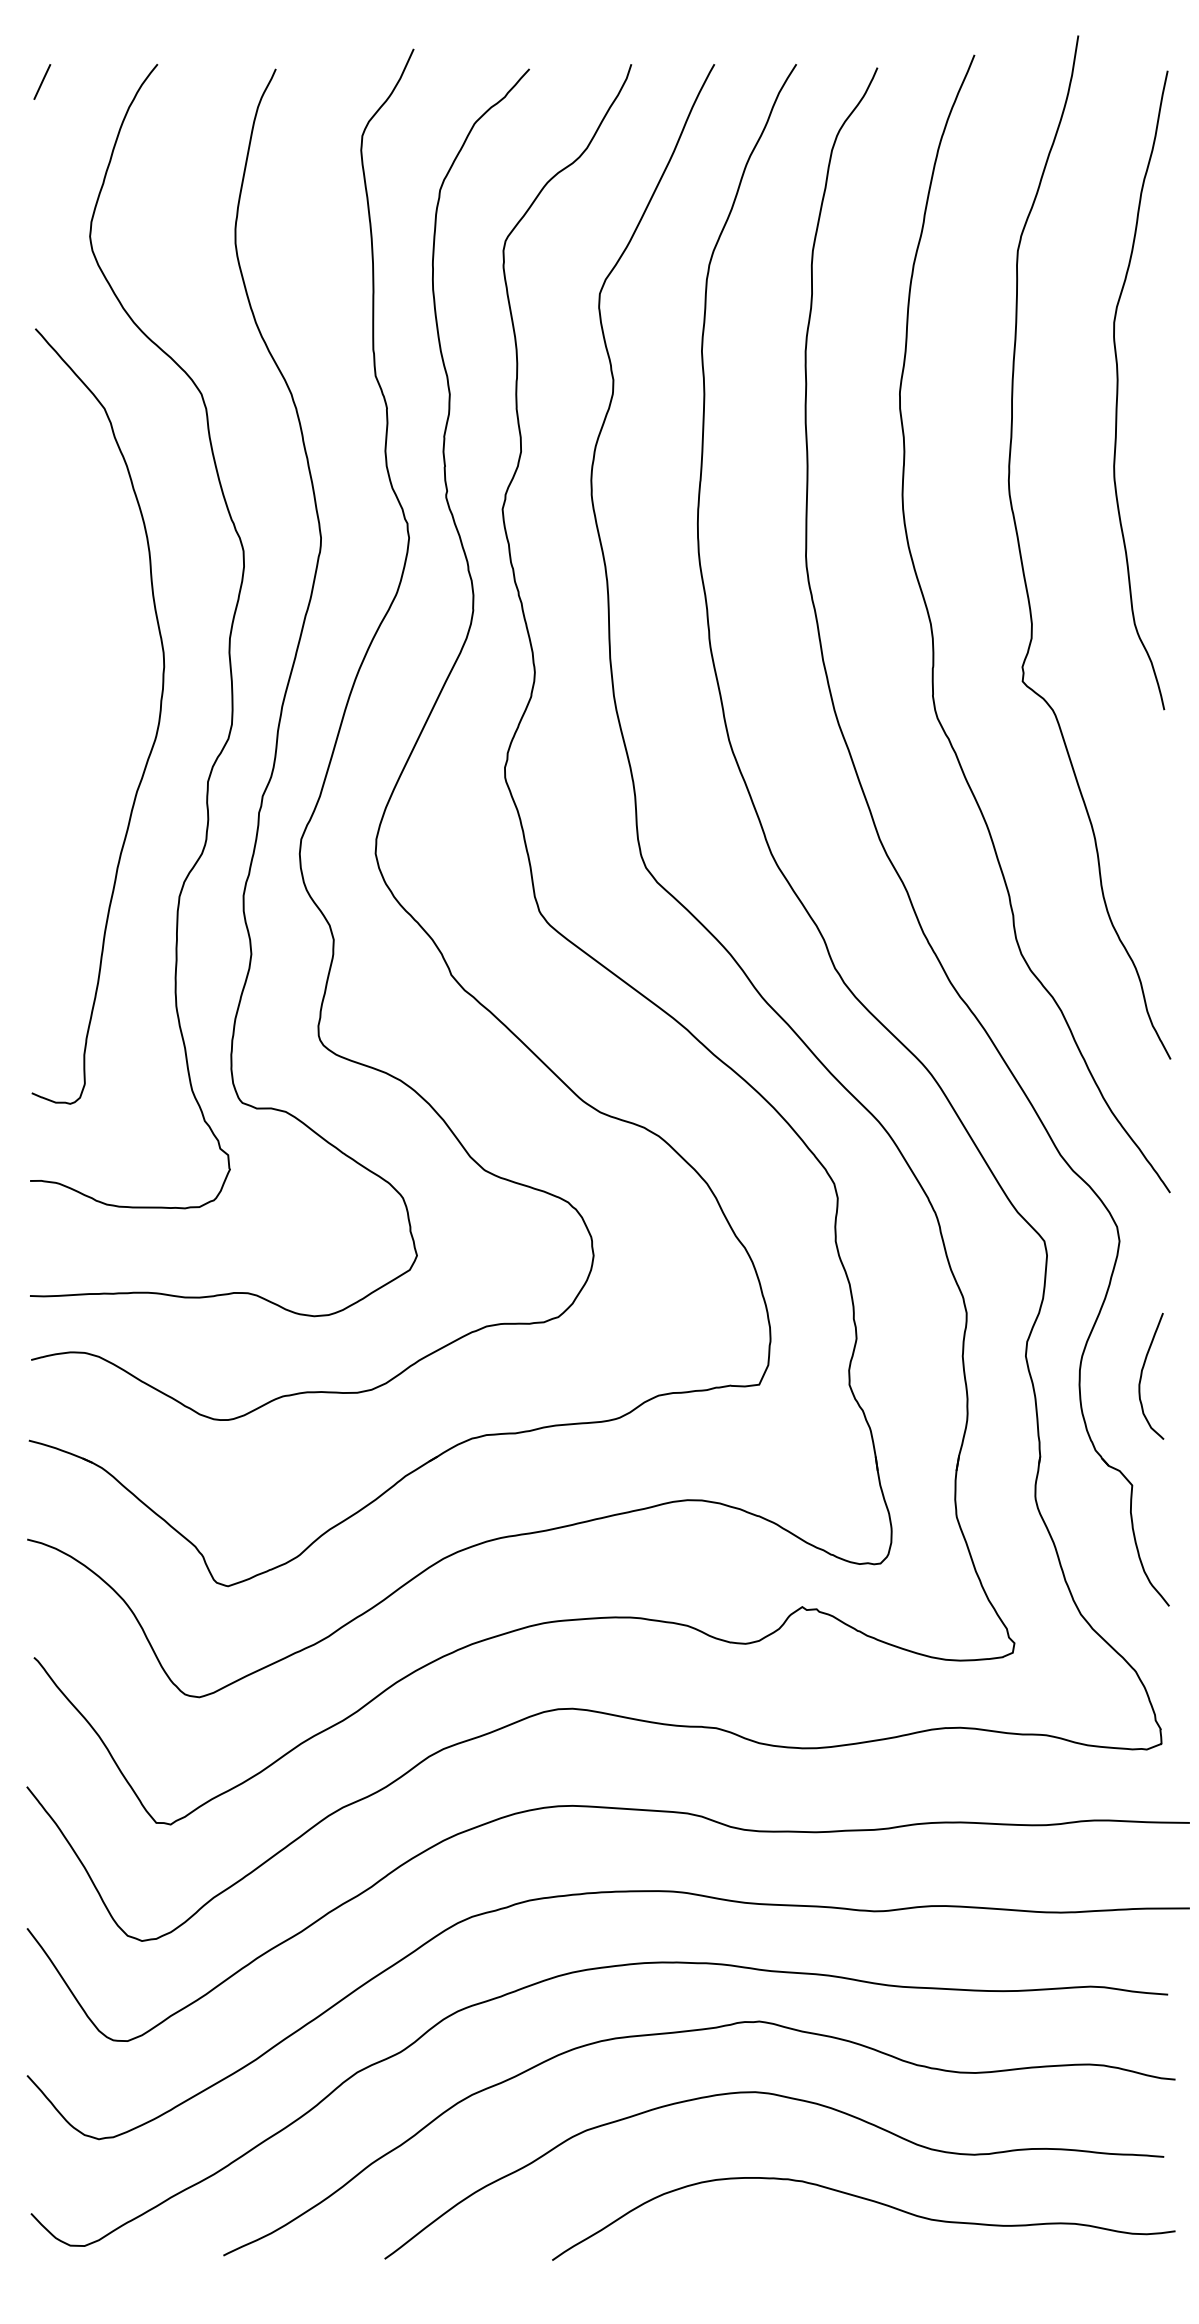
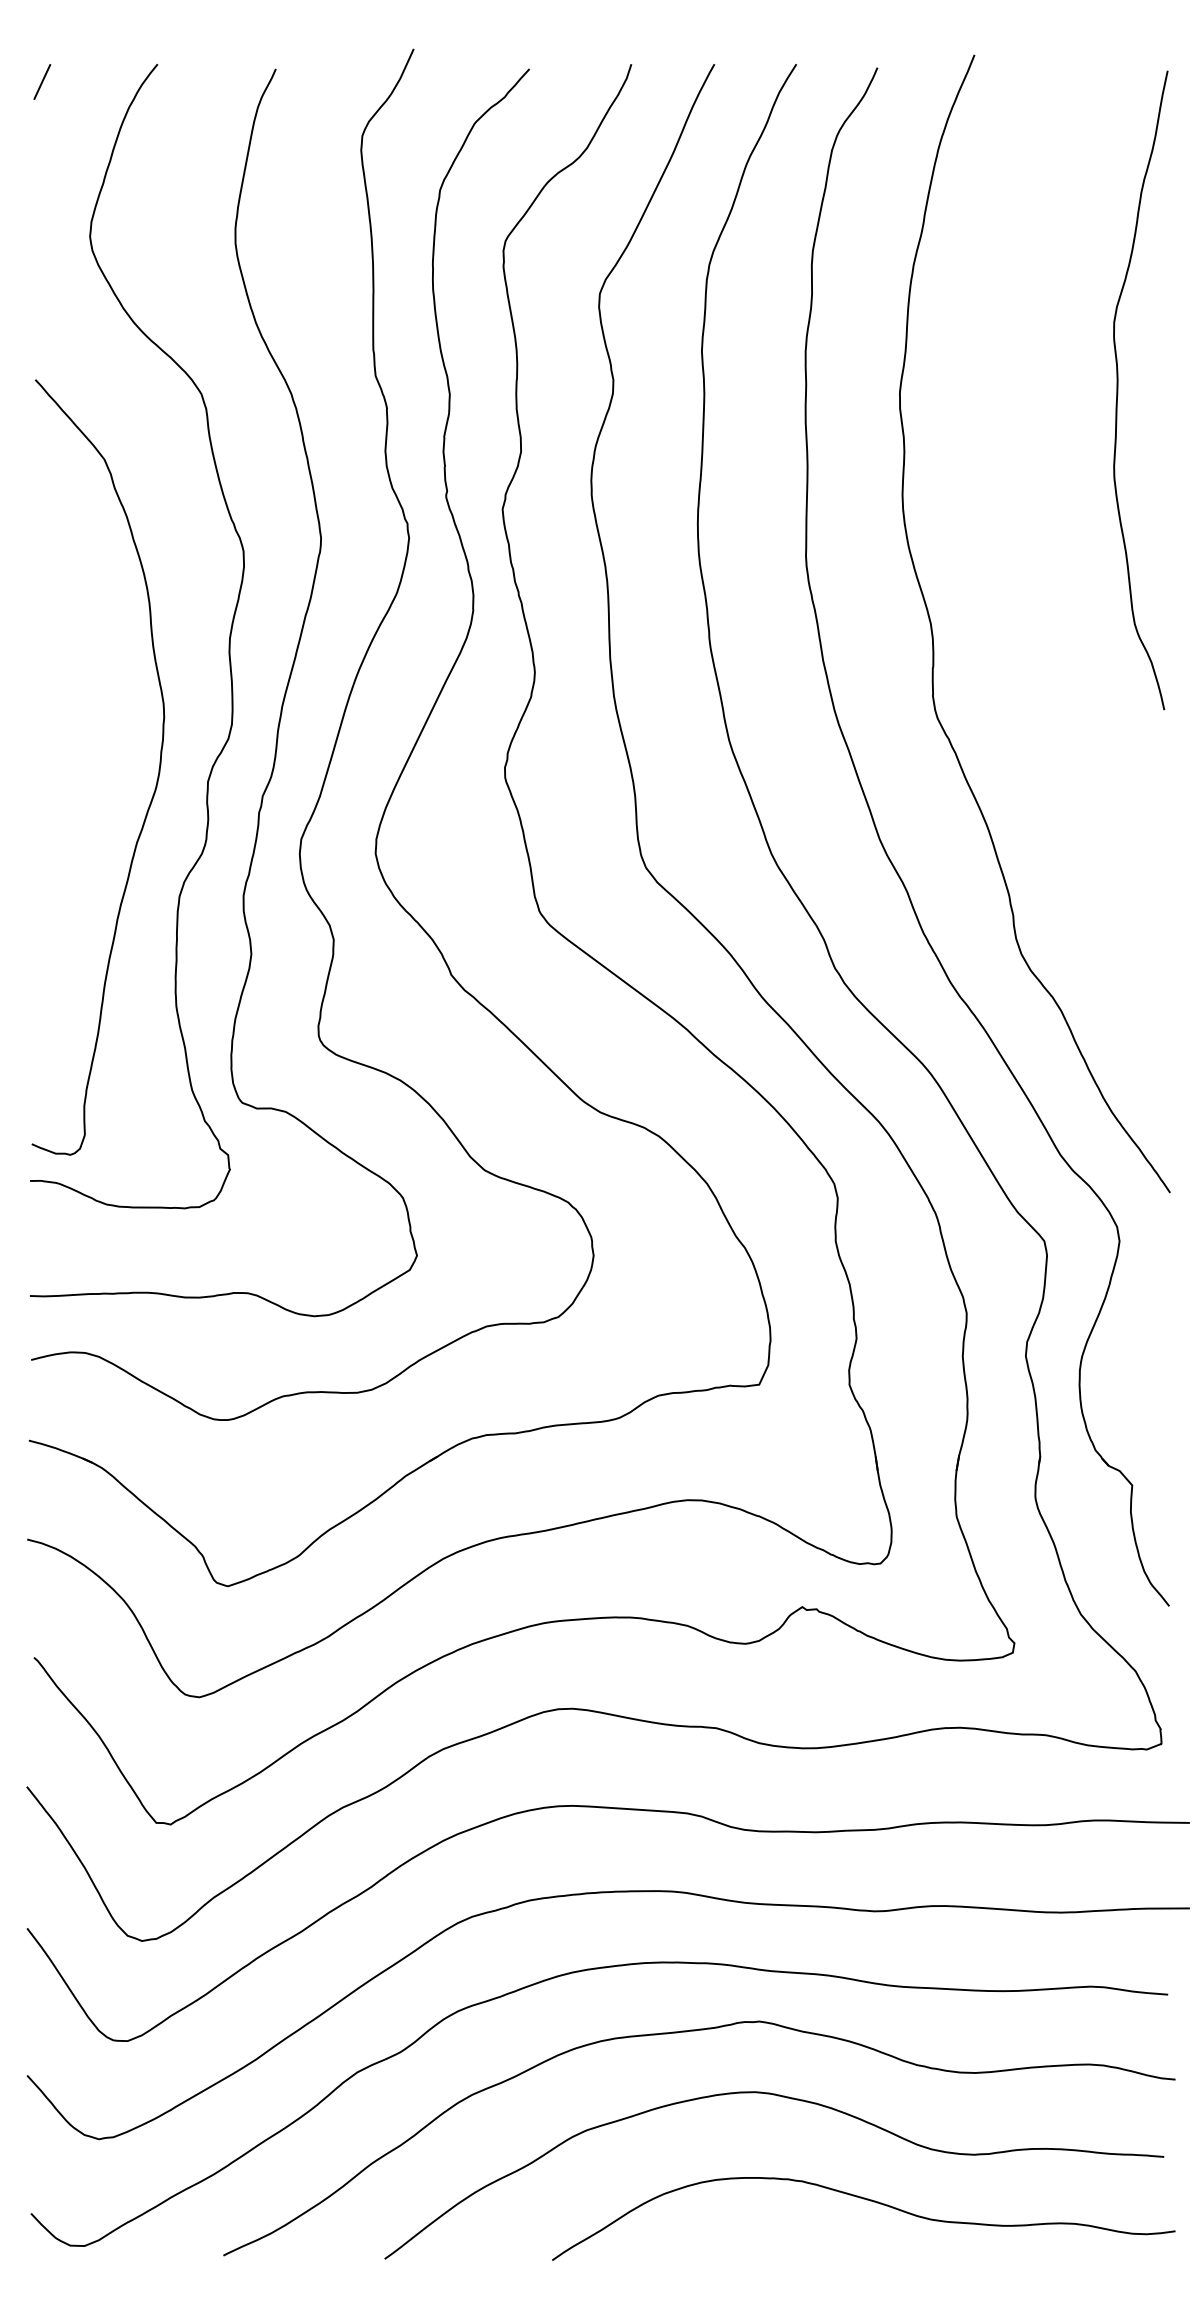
curve at (1022, 558): present -> none
curve at (156, 729) position: (156, 729) -> (156, 780)
curve at (1142, 1375): present -> none
